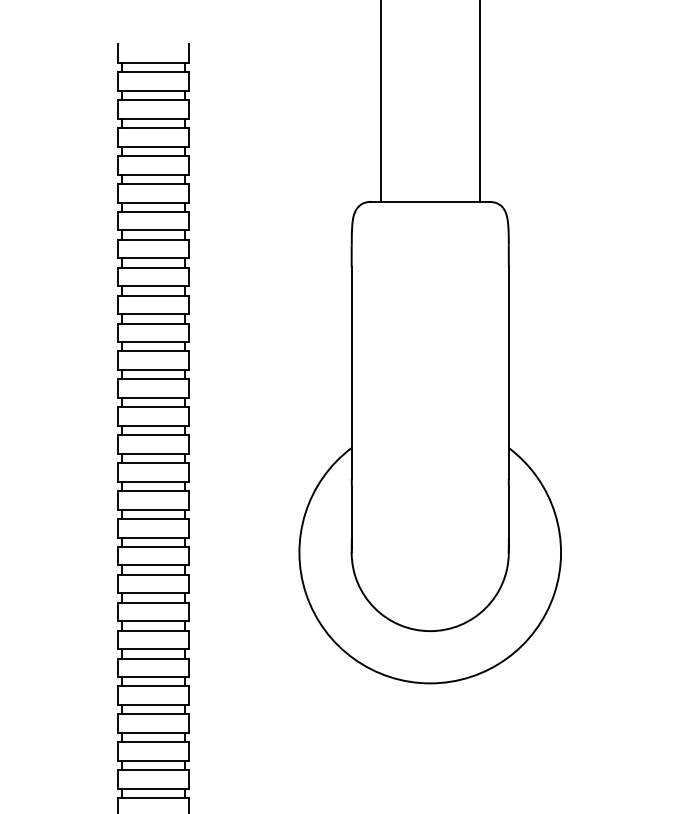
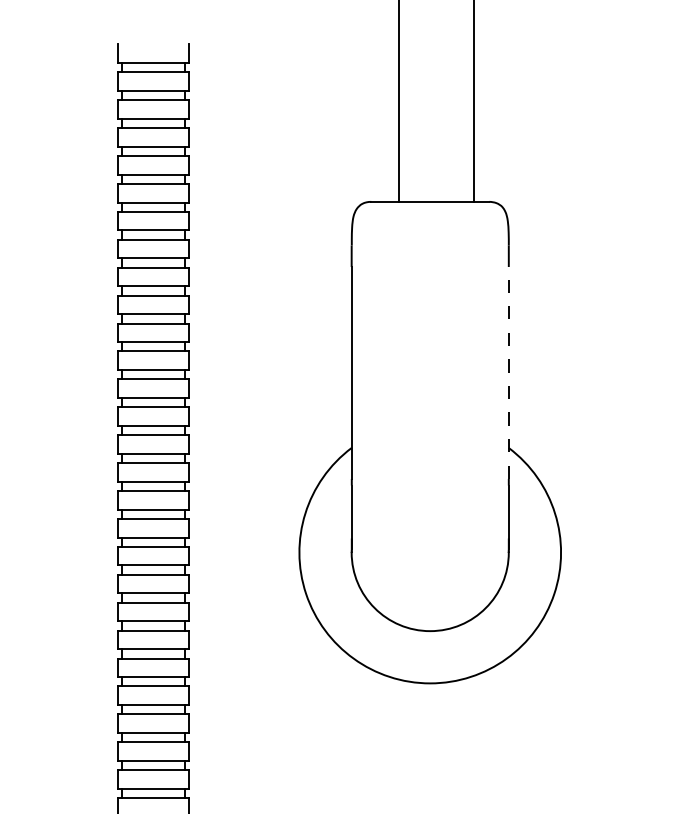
line at (380, 101) position: (380, 101) -> (398, 101)
line at (479, 101) position: (479, 101) -> (473, 101)
line at (508, 372): solid -> dashed
